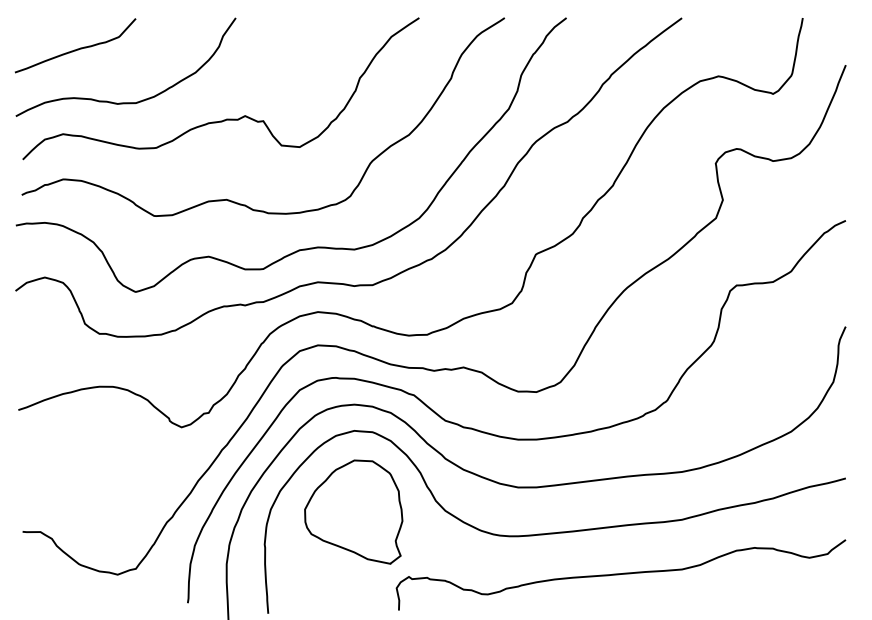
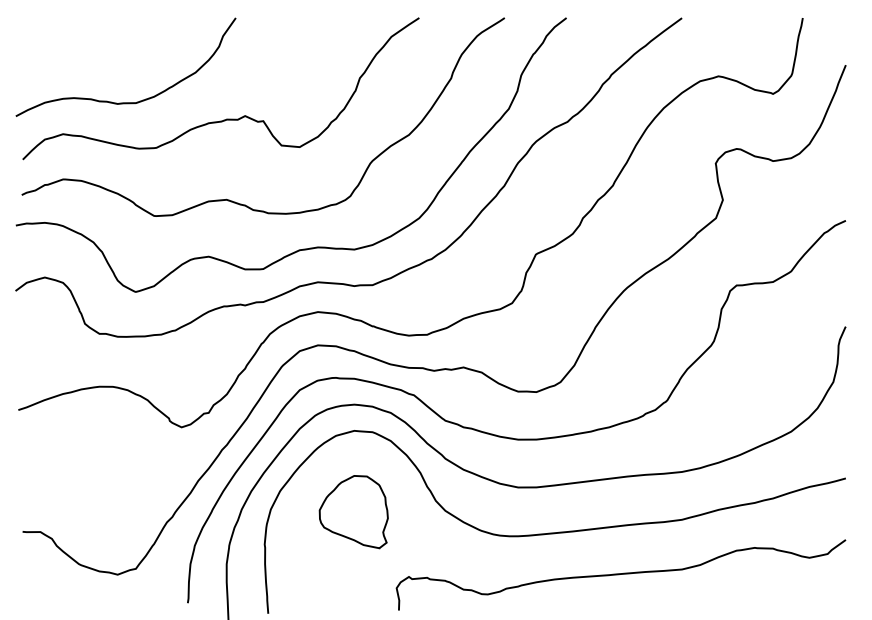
curve at (77, 48): present -> none
part at (353, 511) size: 100x106 px -> 71x75 px
